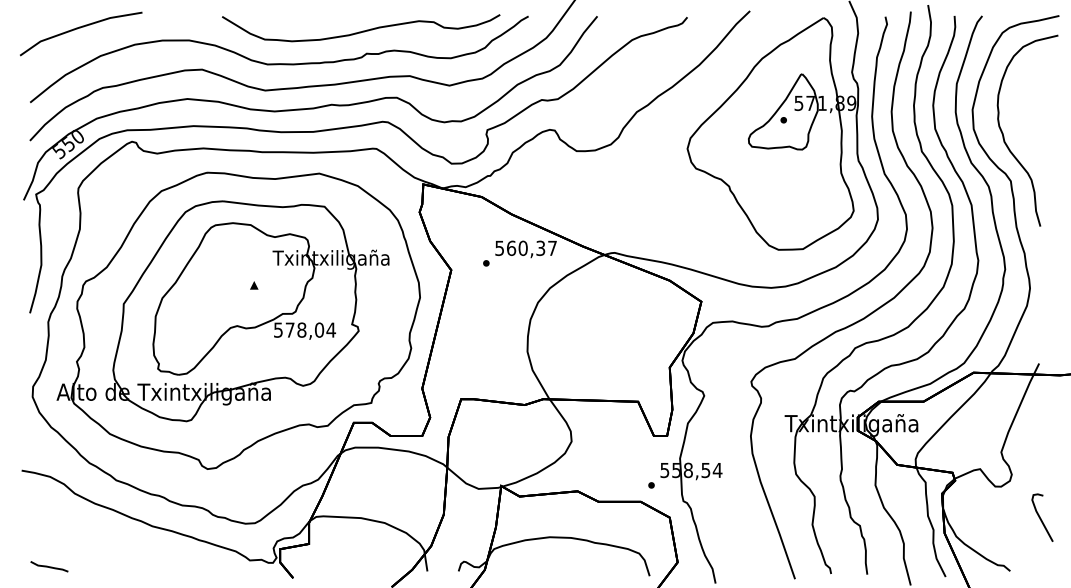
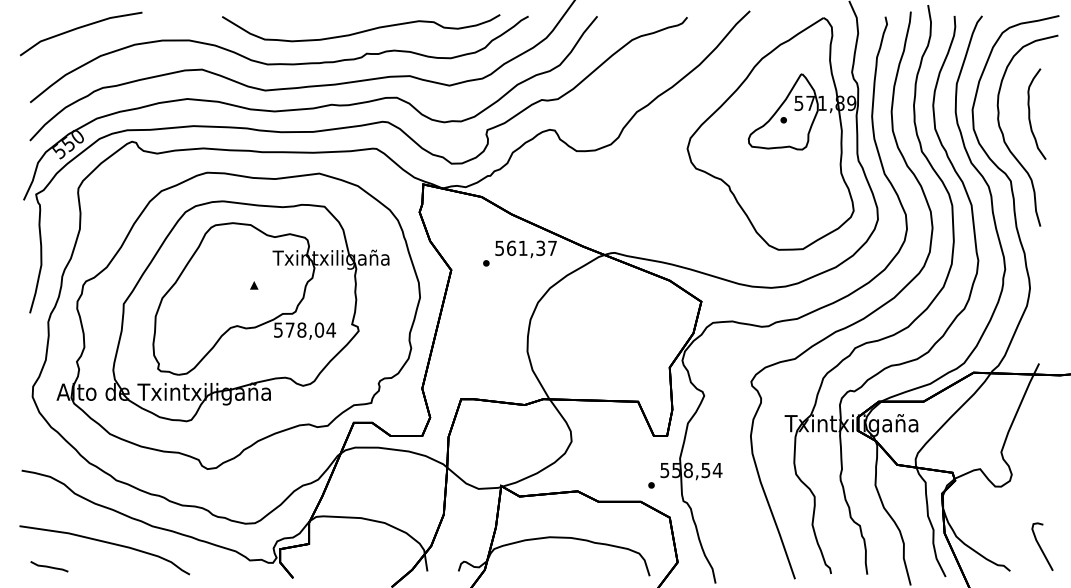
curve at (1030, 113): none -> present
text at (522, 247): 560,37 -> 561,37
curve at (1041, 518) position: (1041, 518) -> (1041, 547)
curve at (106, 543): none -> present
